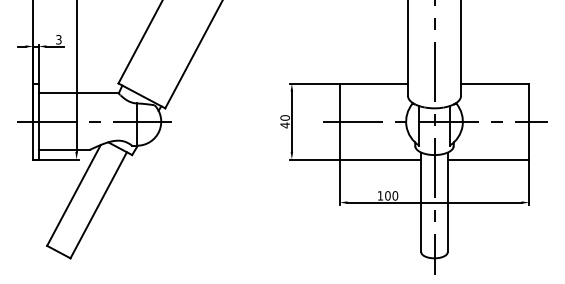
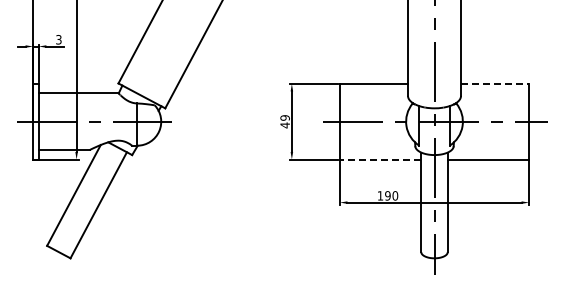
line at (495, 83): solid -> dashed
text at (284, 117): 40 -> 49
line at (380, 159): solid -> dashed
text at (387, 195): 100 -> 190
